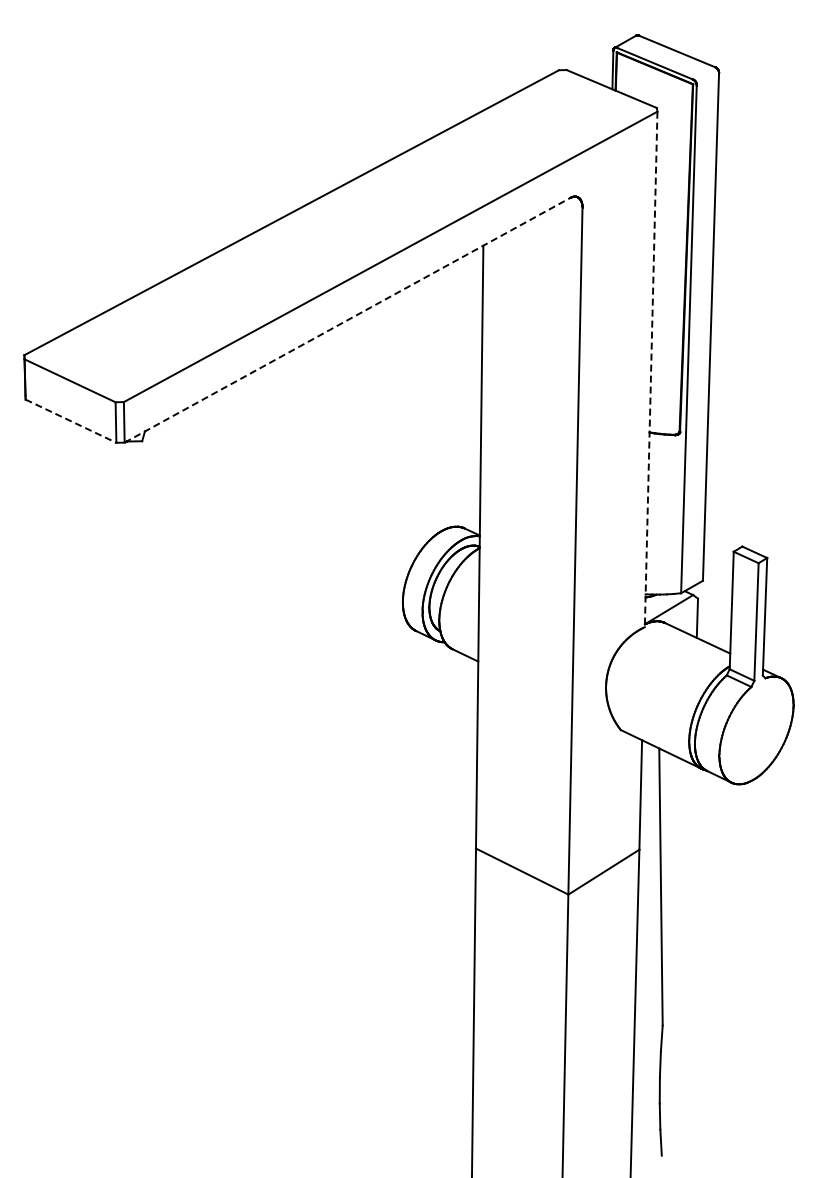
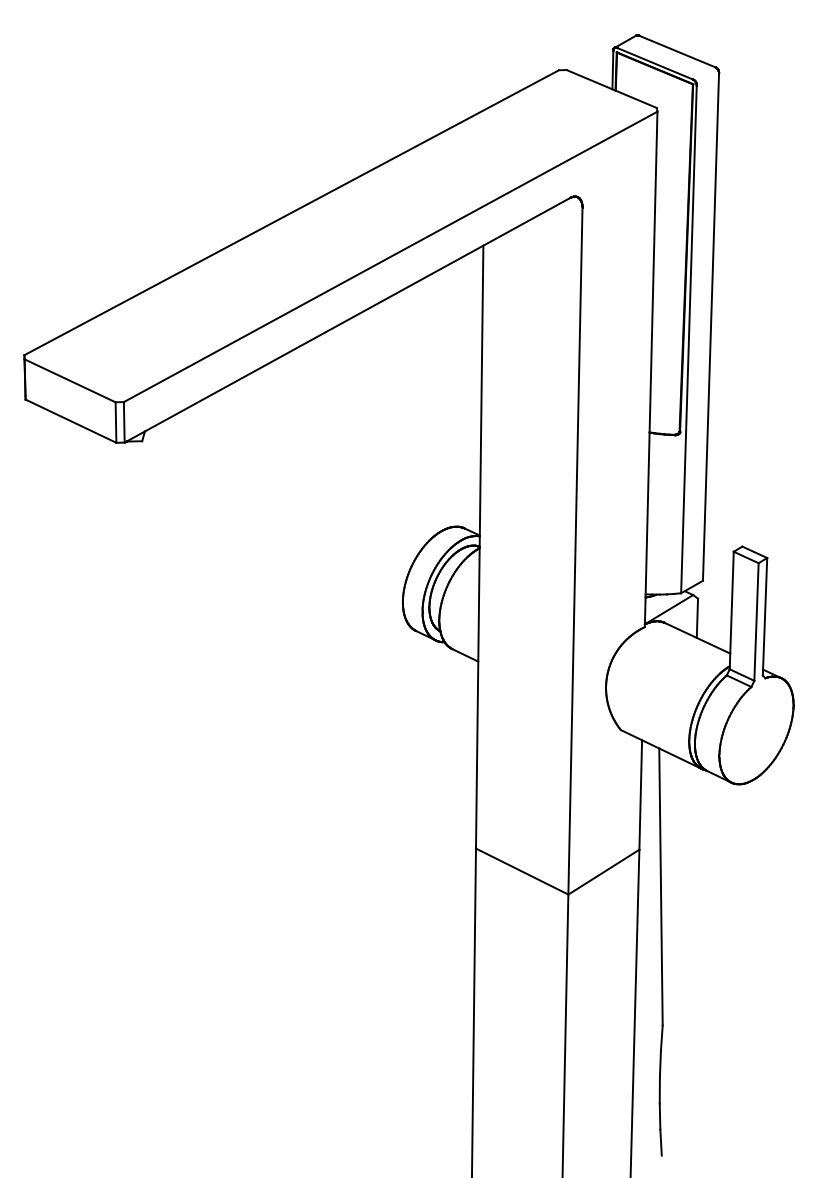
line at (347, 320): dashed -> solid
line at (651, 369): dashed -> solid
line at (71, 421): dashed -> solid
